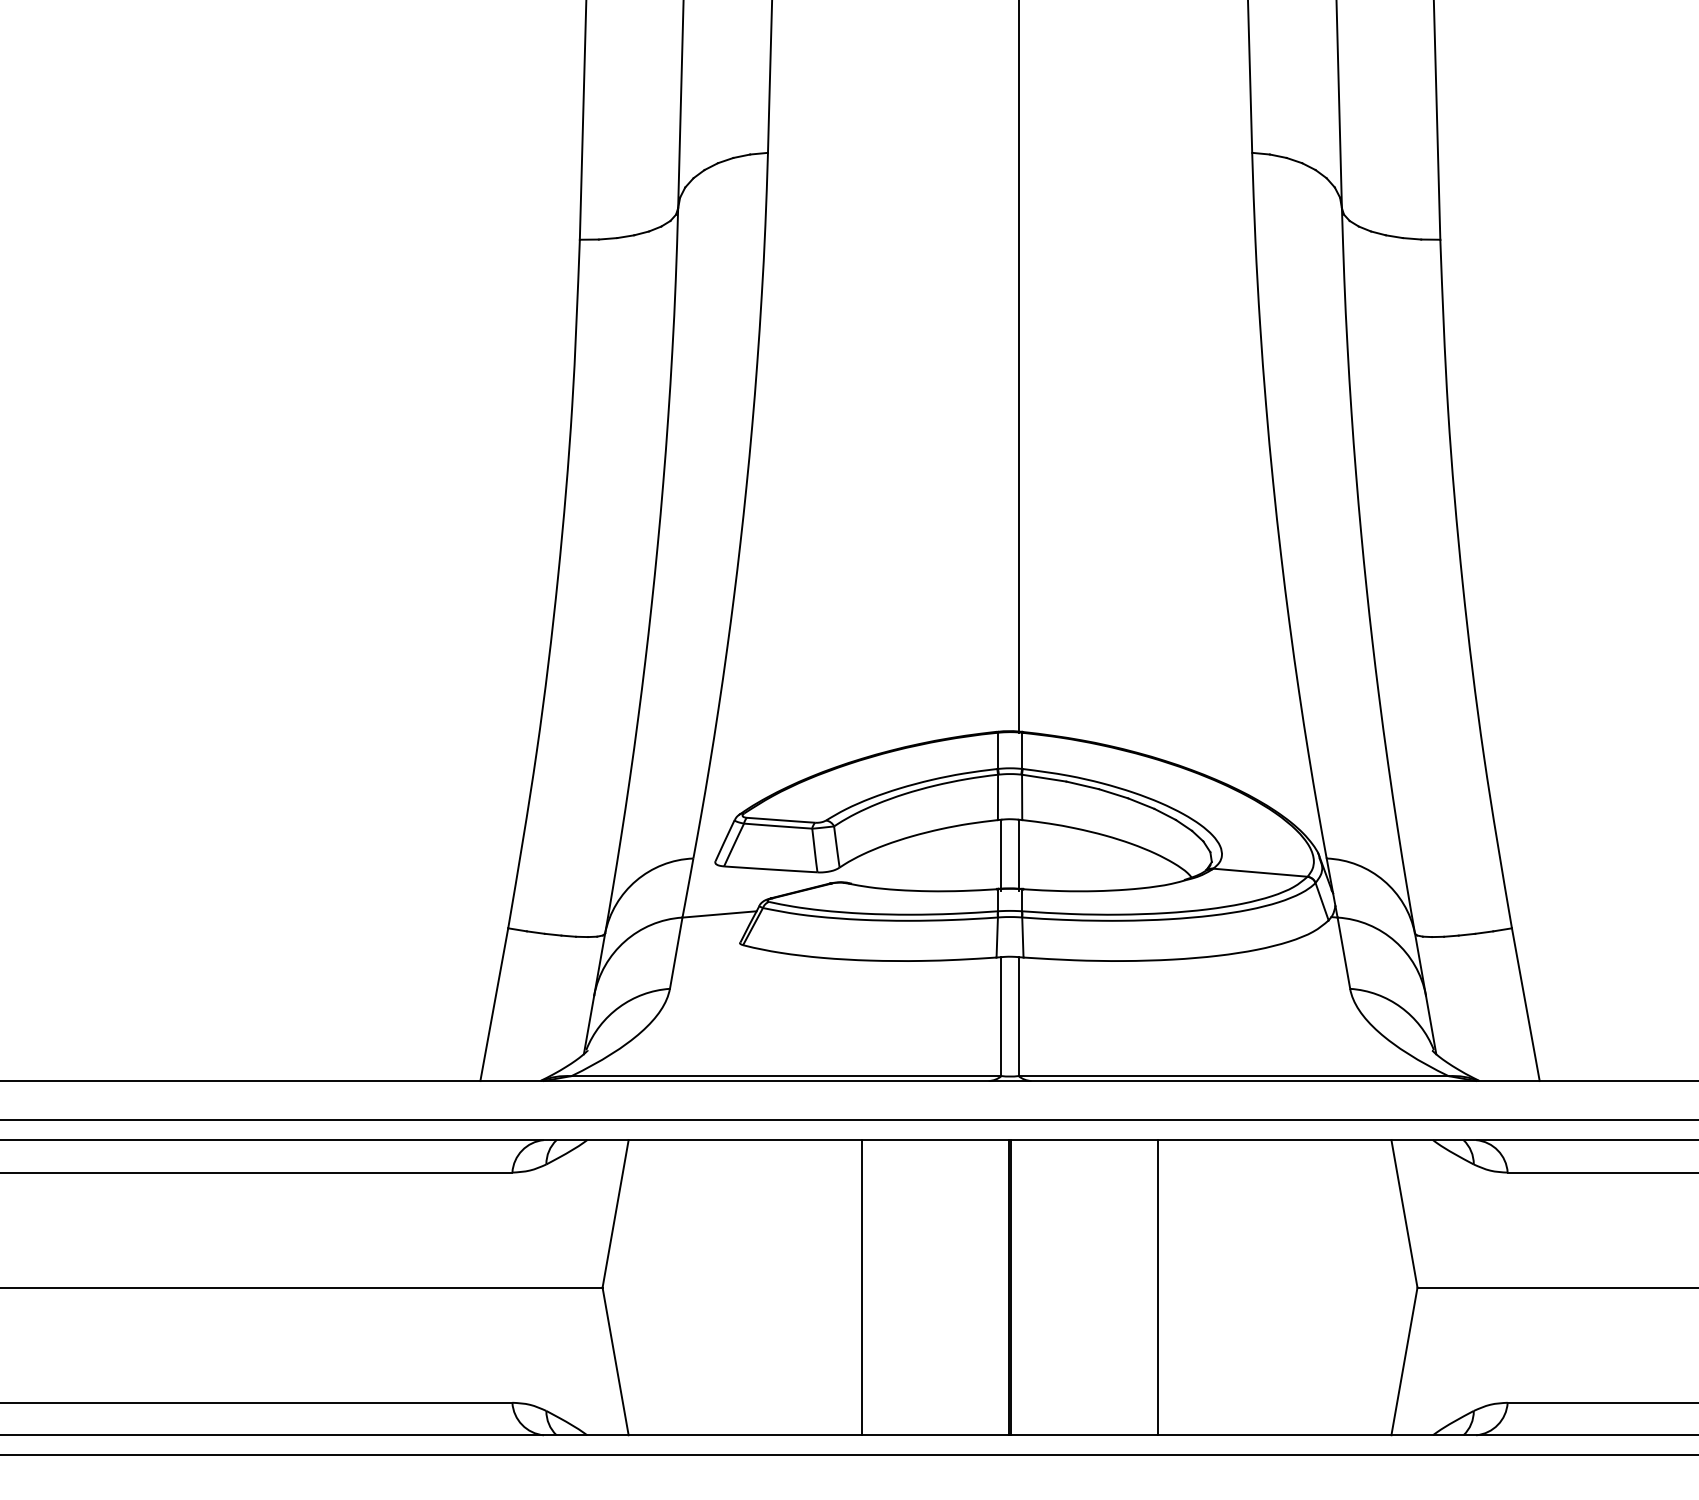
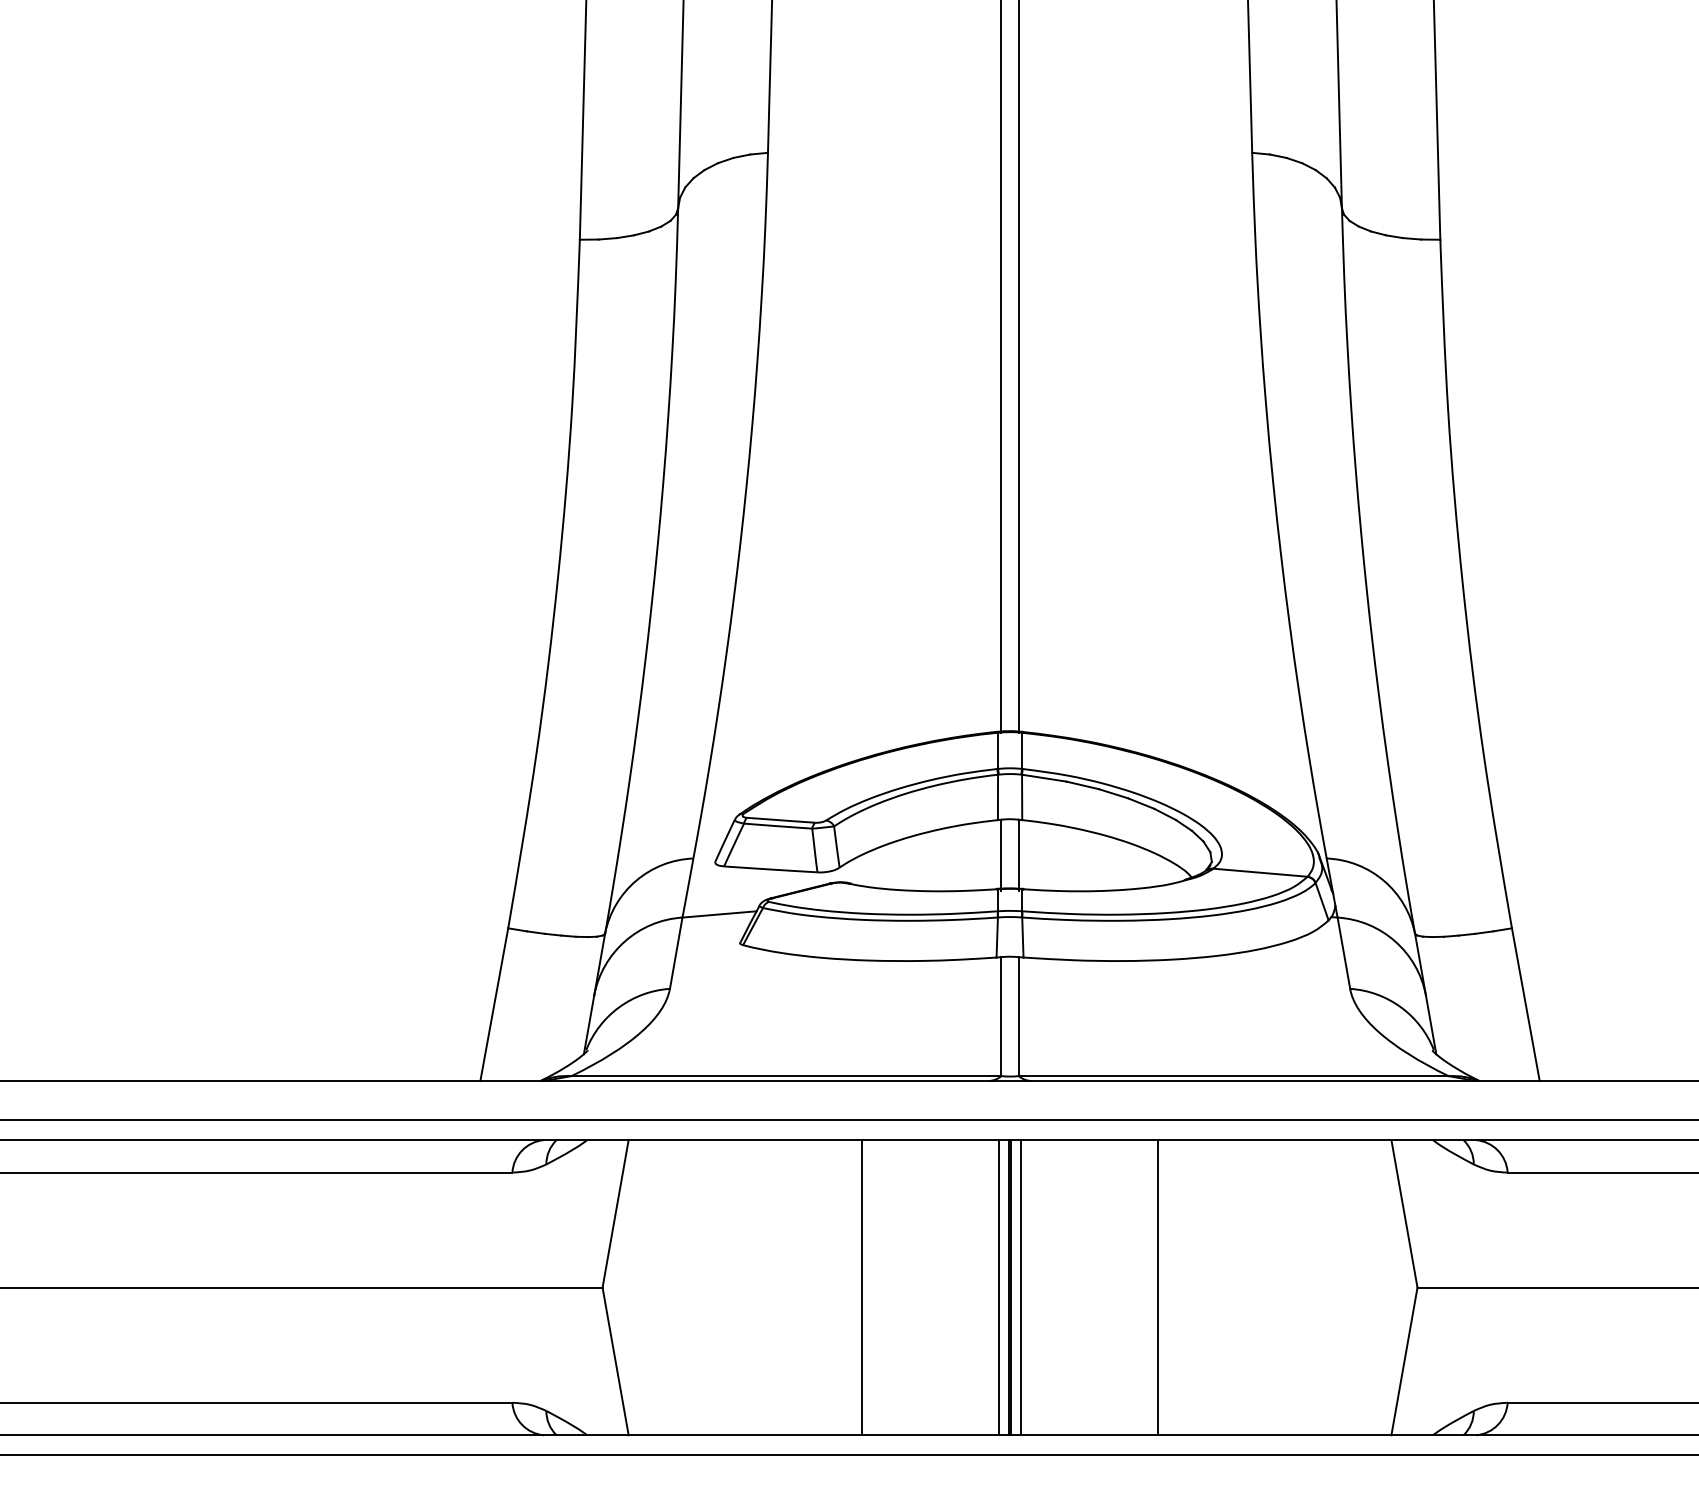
line at (1001, 367): none -> present
line at (998, 1287): none -> present
line at (1021, 1287): none -> present
